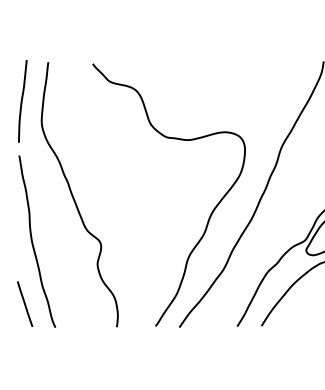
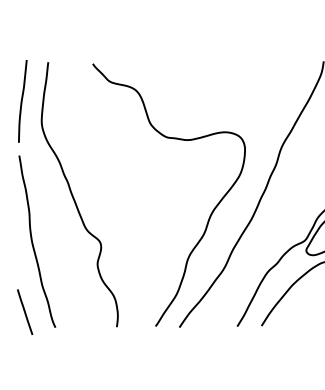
line at (25, 303) position: (25, 303) -> (25, 311)
